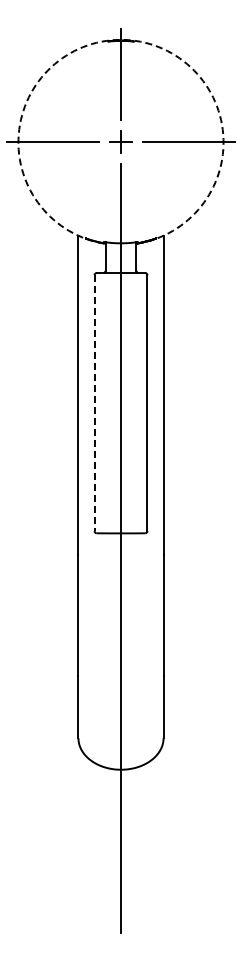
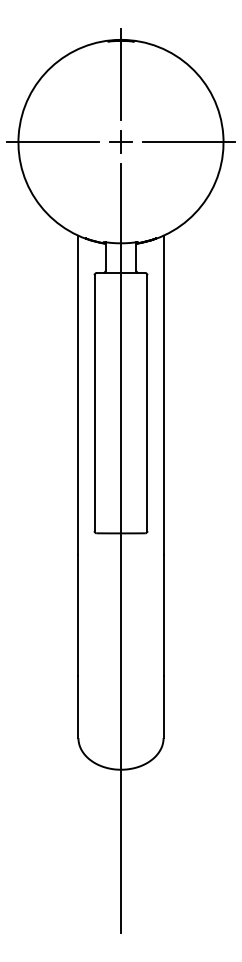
arc at (120, 39): dashed -> solid
line at (94, 403): dashed -> solid
